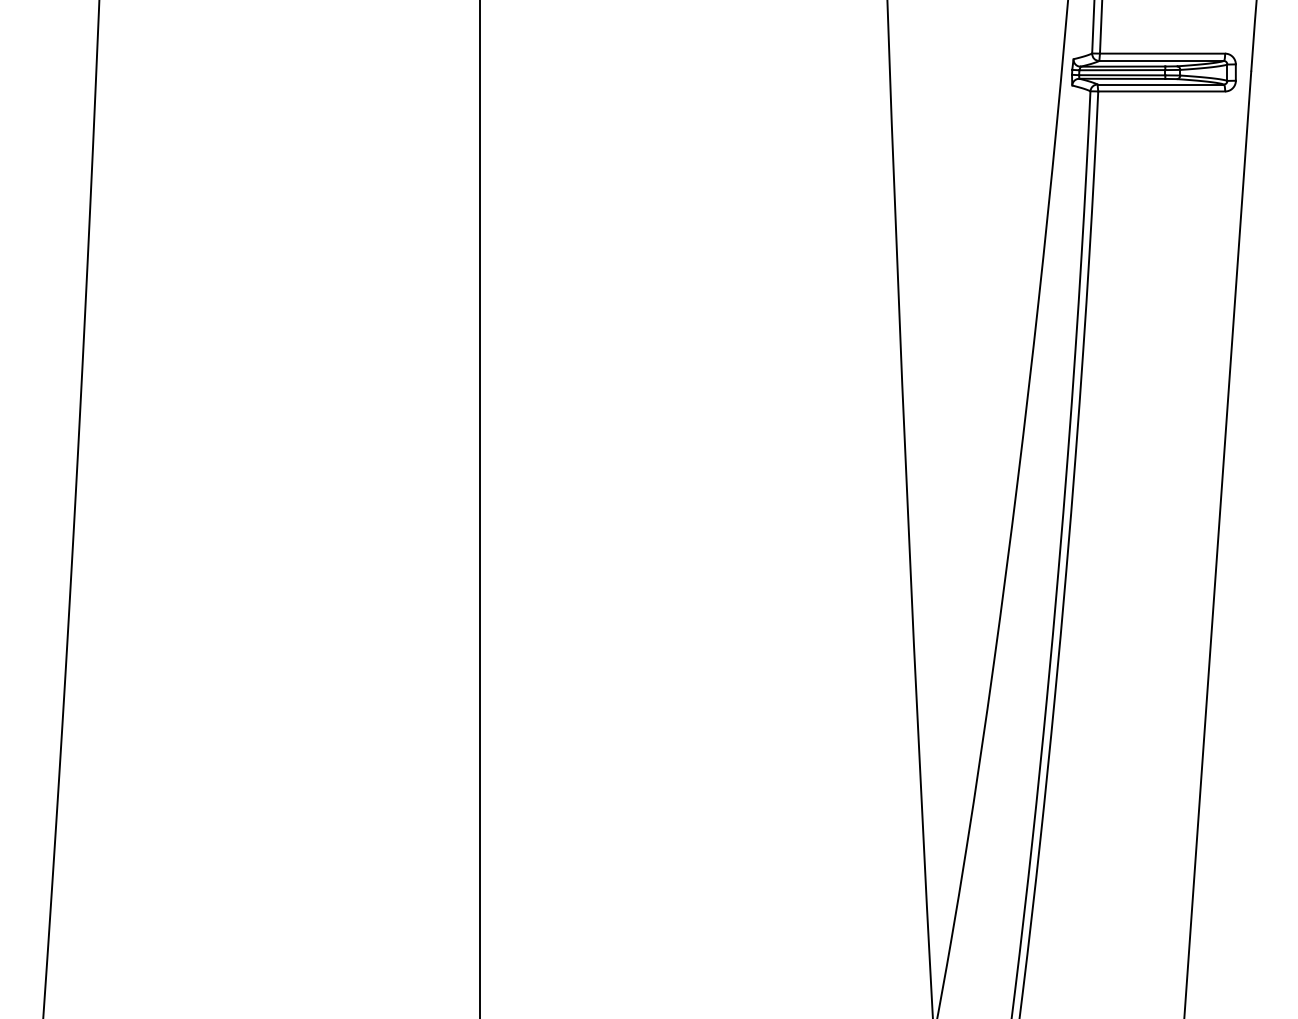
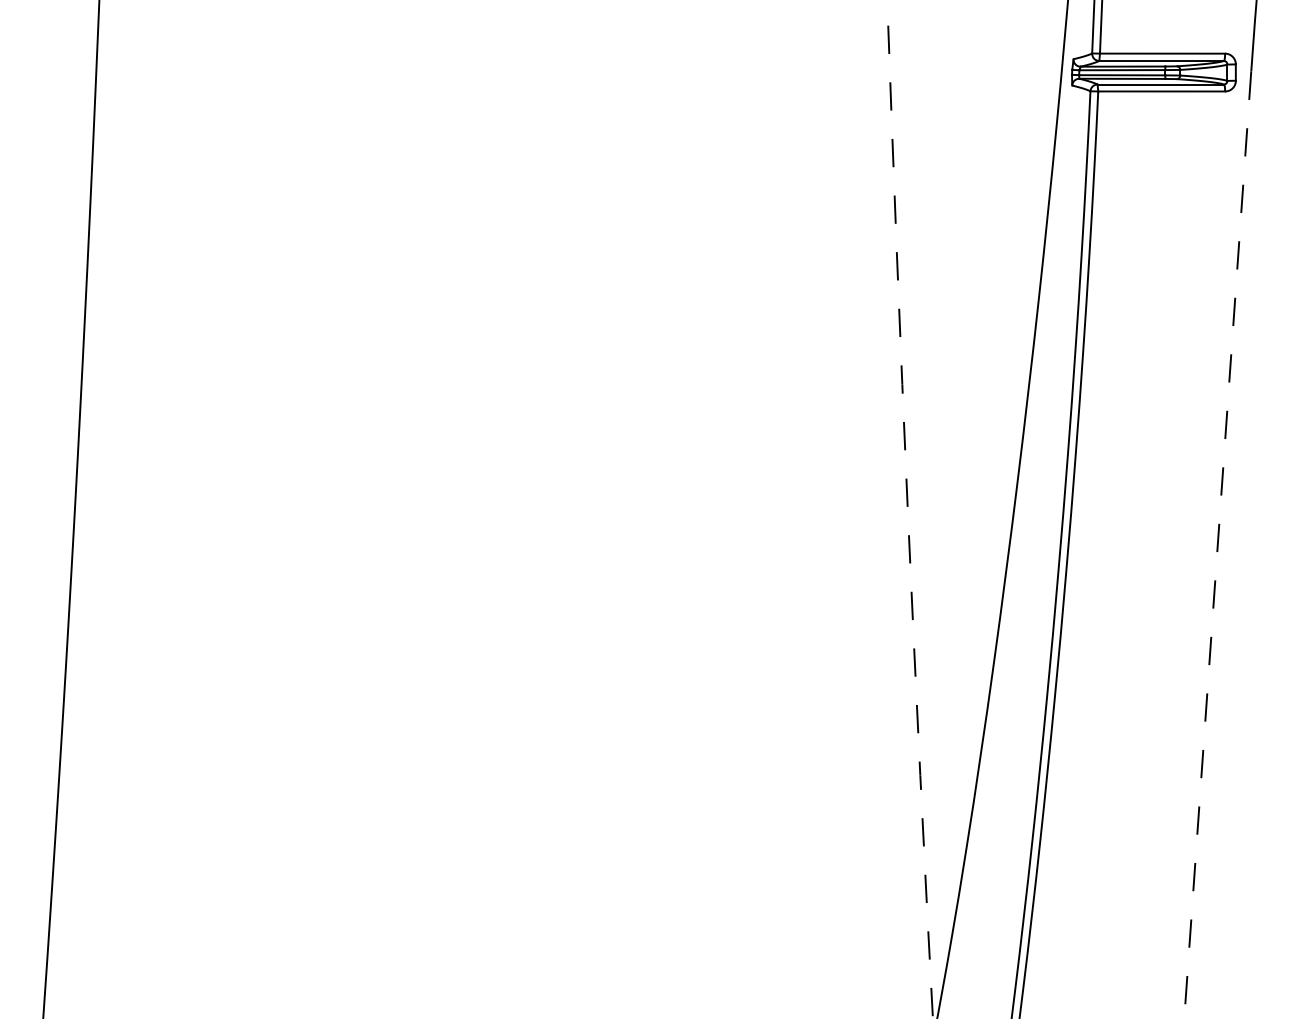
line at (480, 508): present -> none
arc at (907, 509): solid -> dashed
line at (1217, 545): solid -> dashed
